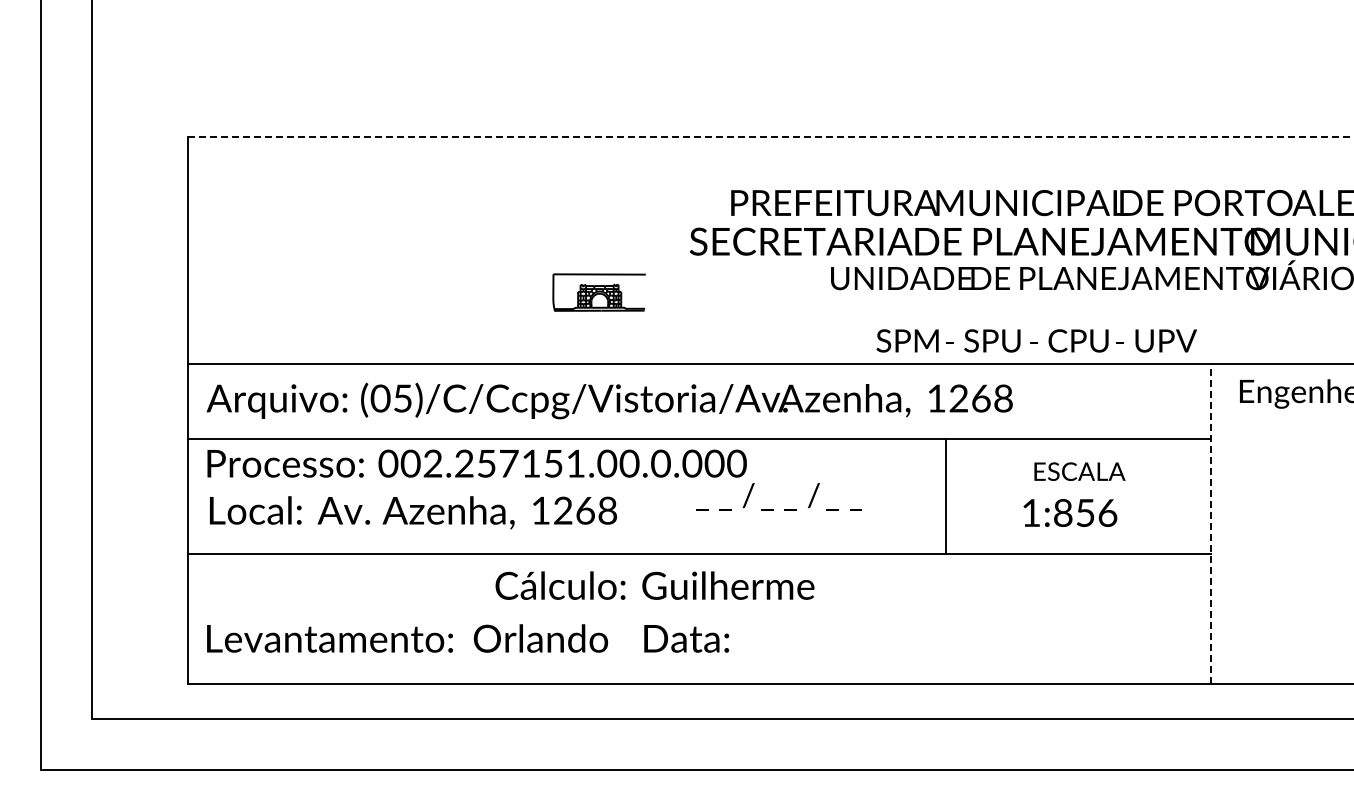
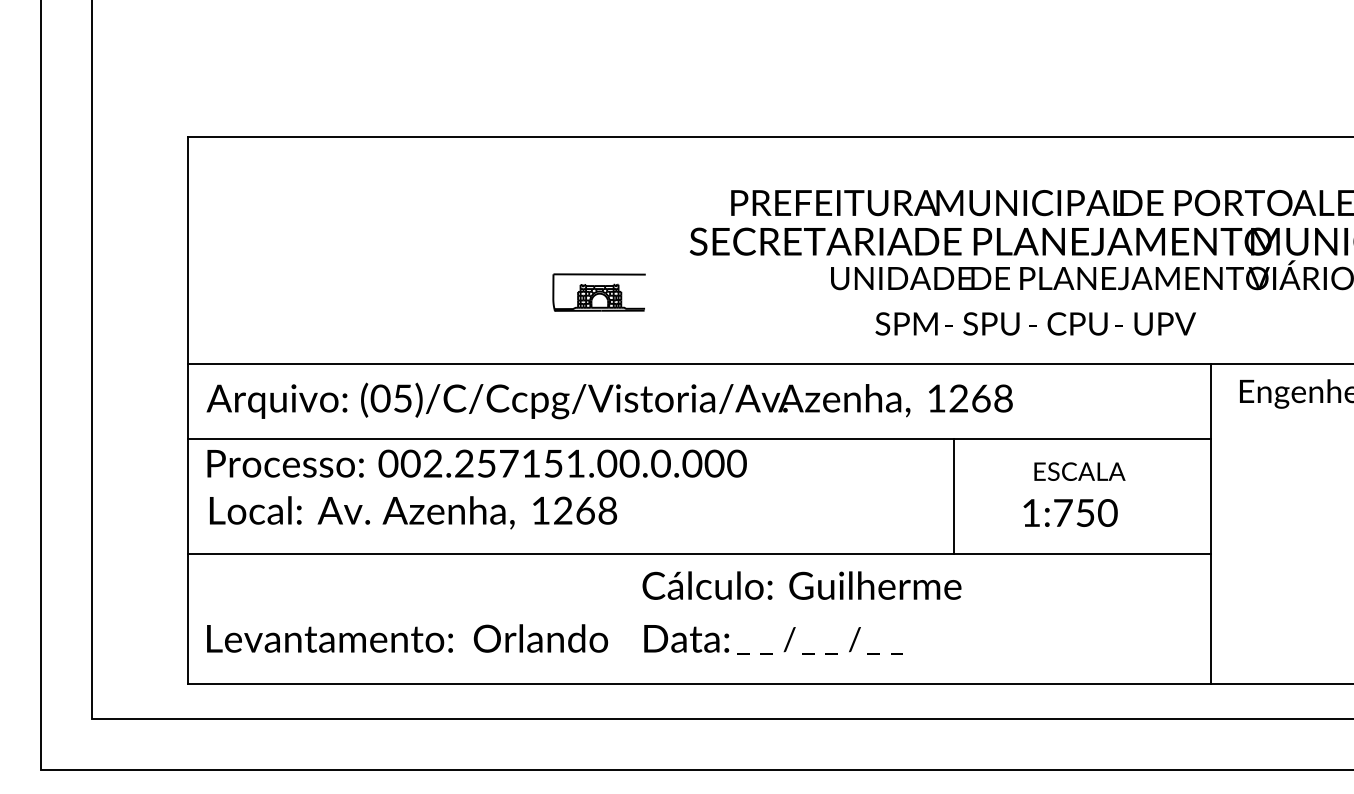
line at (770, 137): dashed -> solid
text at (1036, 340) position: (1036, 340) -> (1035, 323)
text at (778, 496) position: (778, 496) -> (819, 640)
line at (946, 496) position: (946, 496) -> (954, 496)
text at (1085, 512): 1:856 -> 1:750
line at (1210, 524): dashed -> solid
text at (654, 585) position: (654, 585) -> (801, 585)
